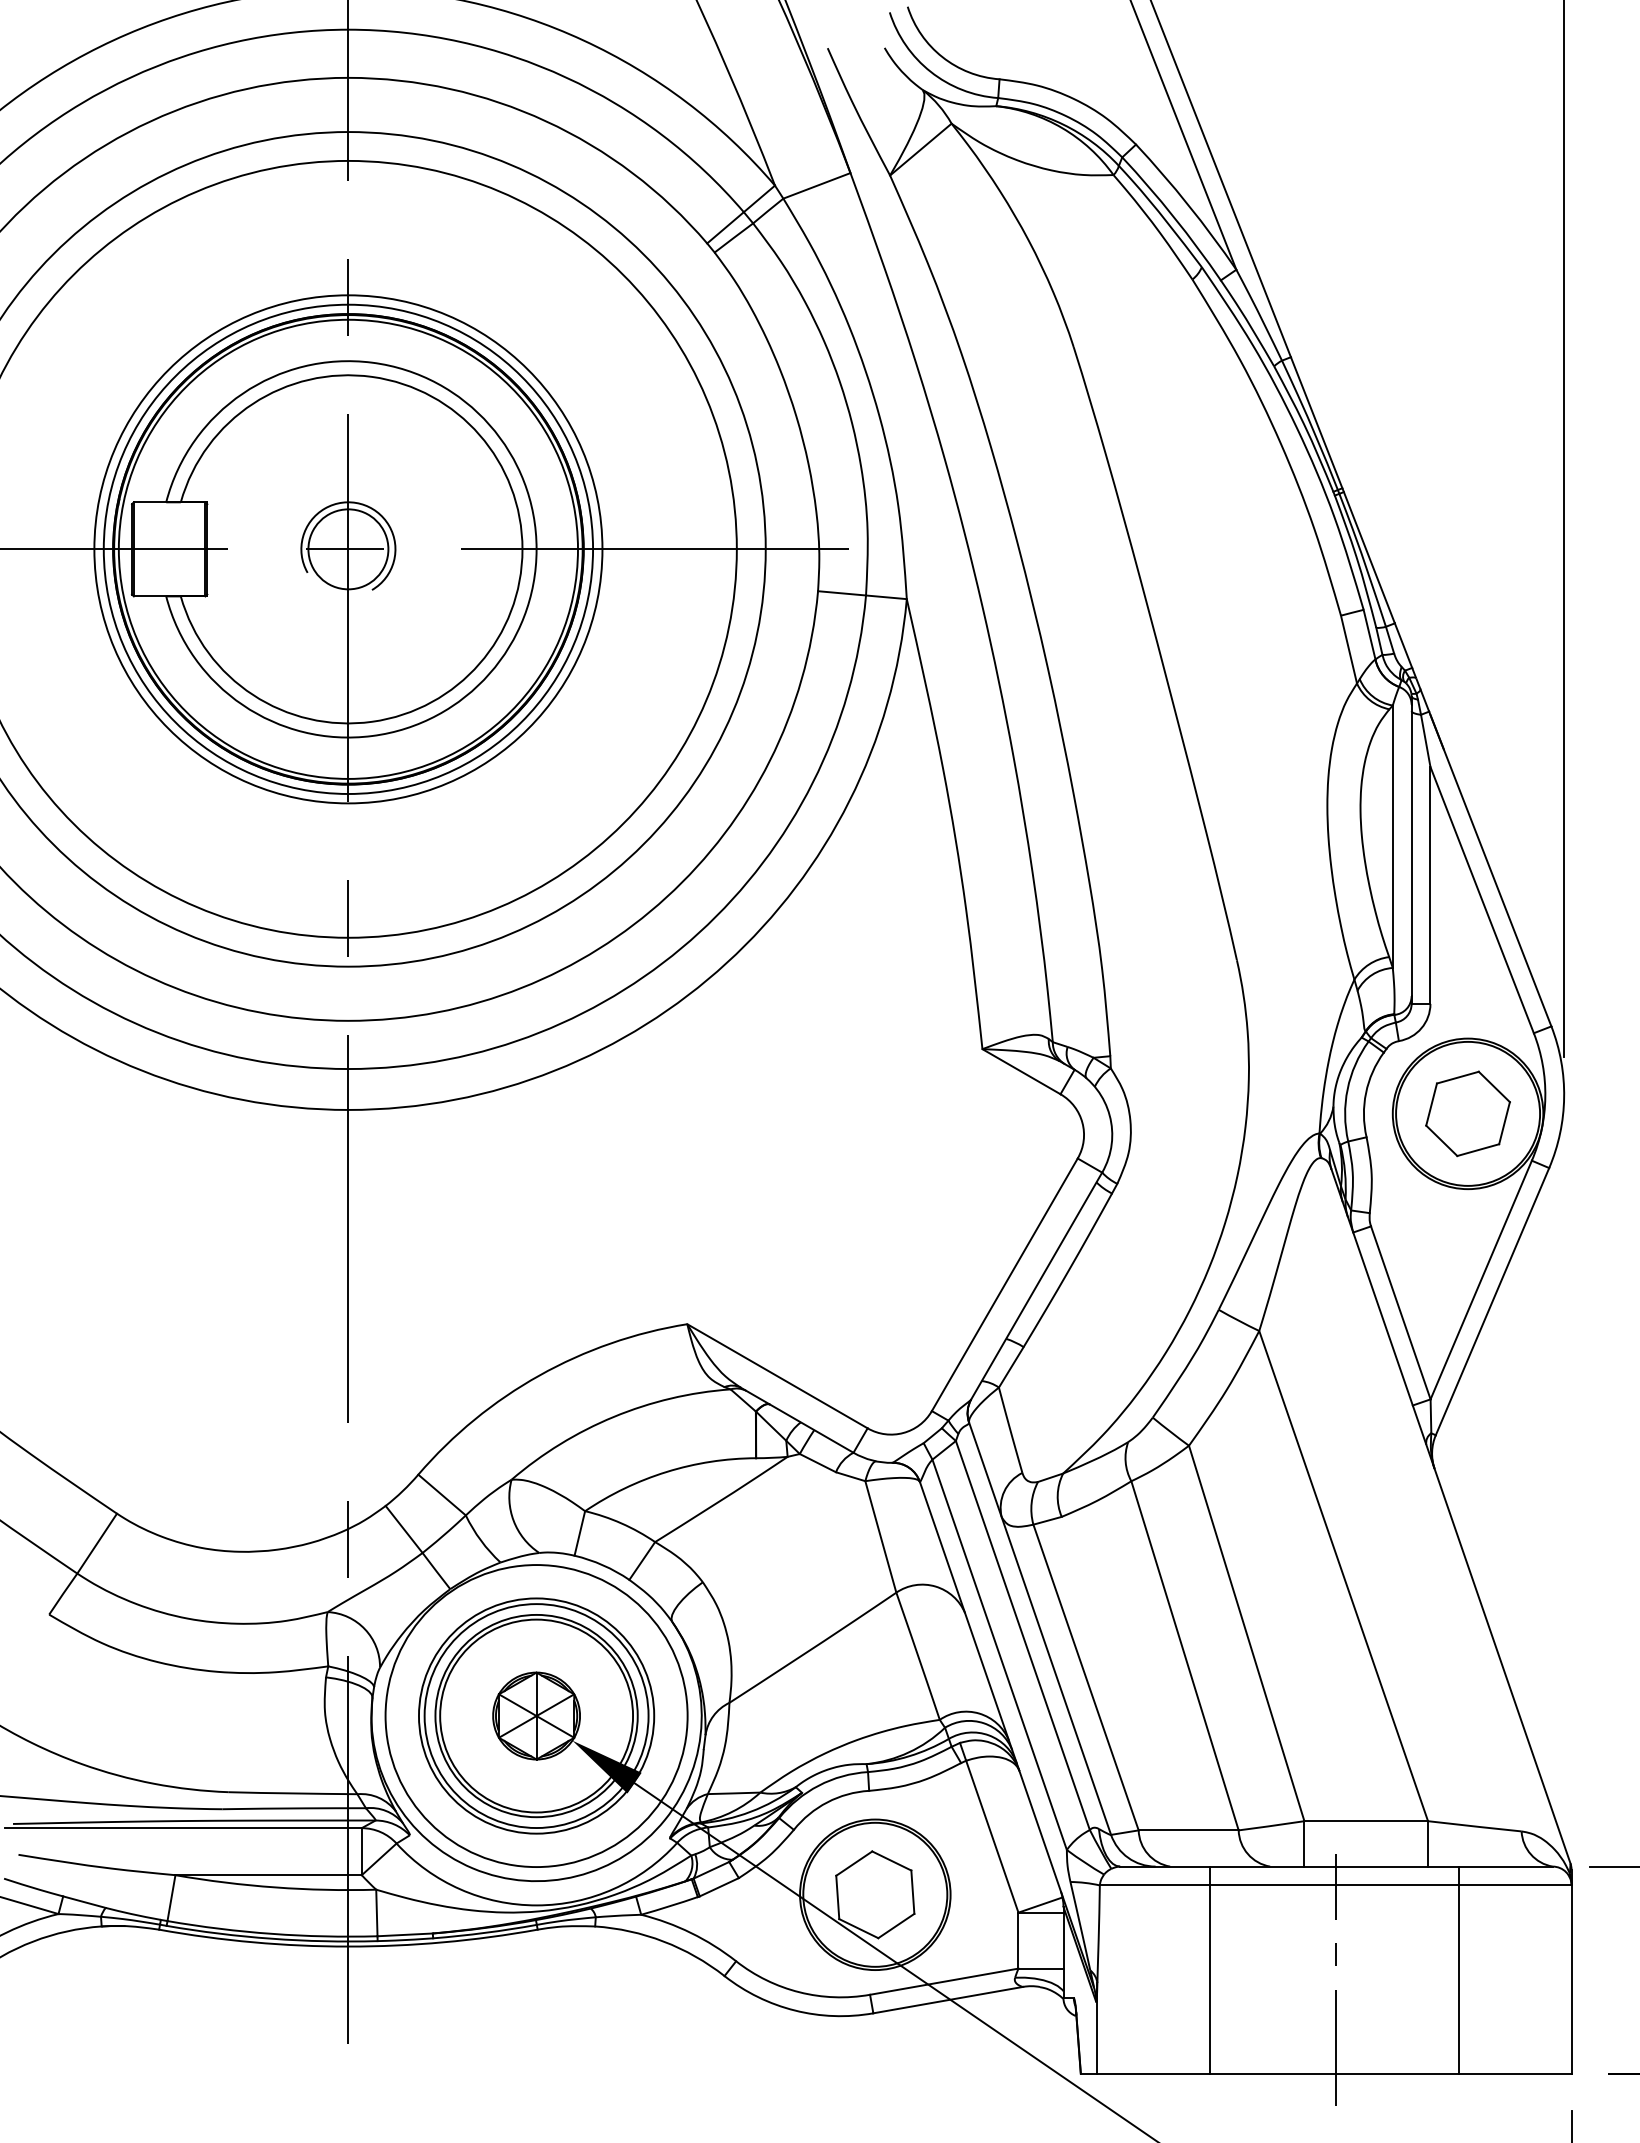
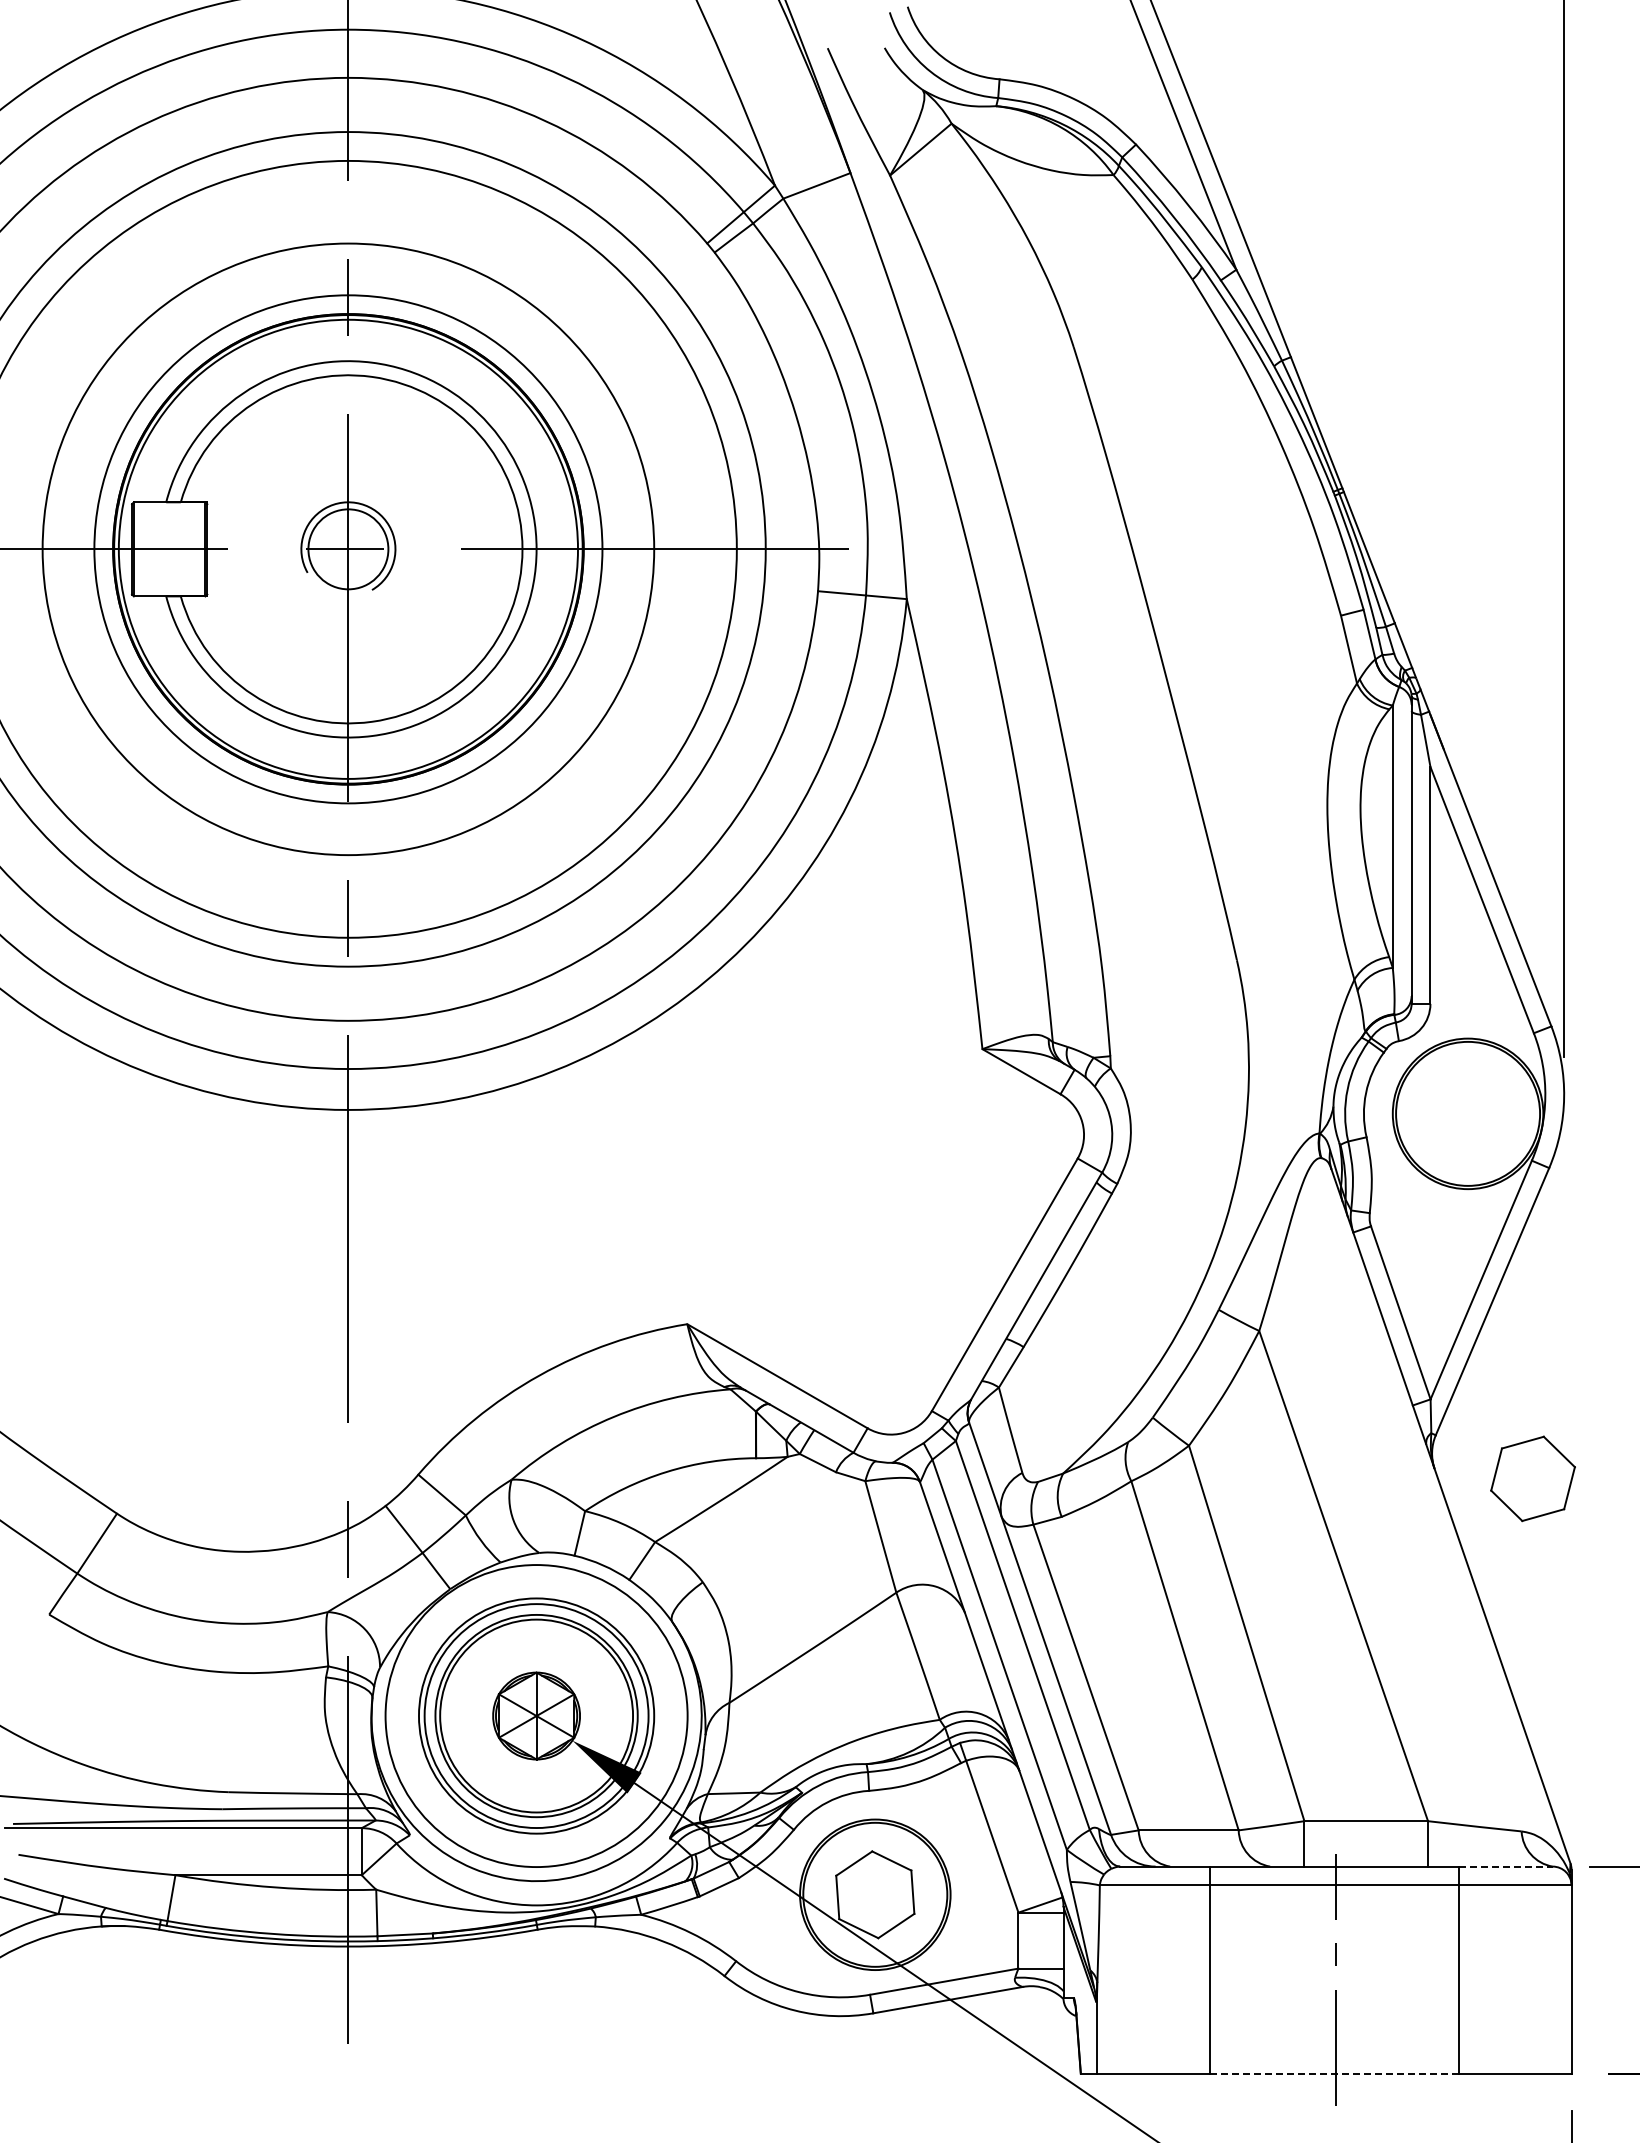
circle at (348, 548) diameter: 489 px -> 612 px
part at (1467, 1113) position: (1467, 1113) -> (1532, 1478)
line at (1506, 1866): solid -> dashed
line at (1334, 2073): solid -> dashed
